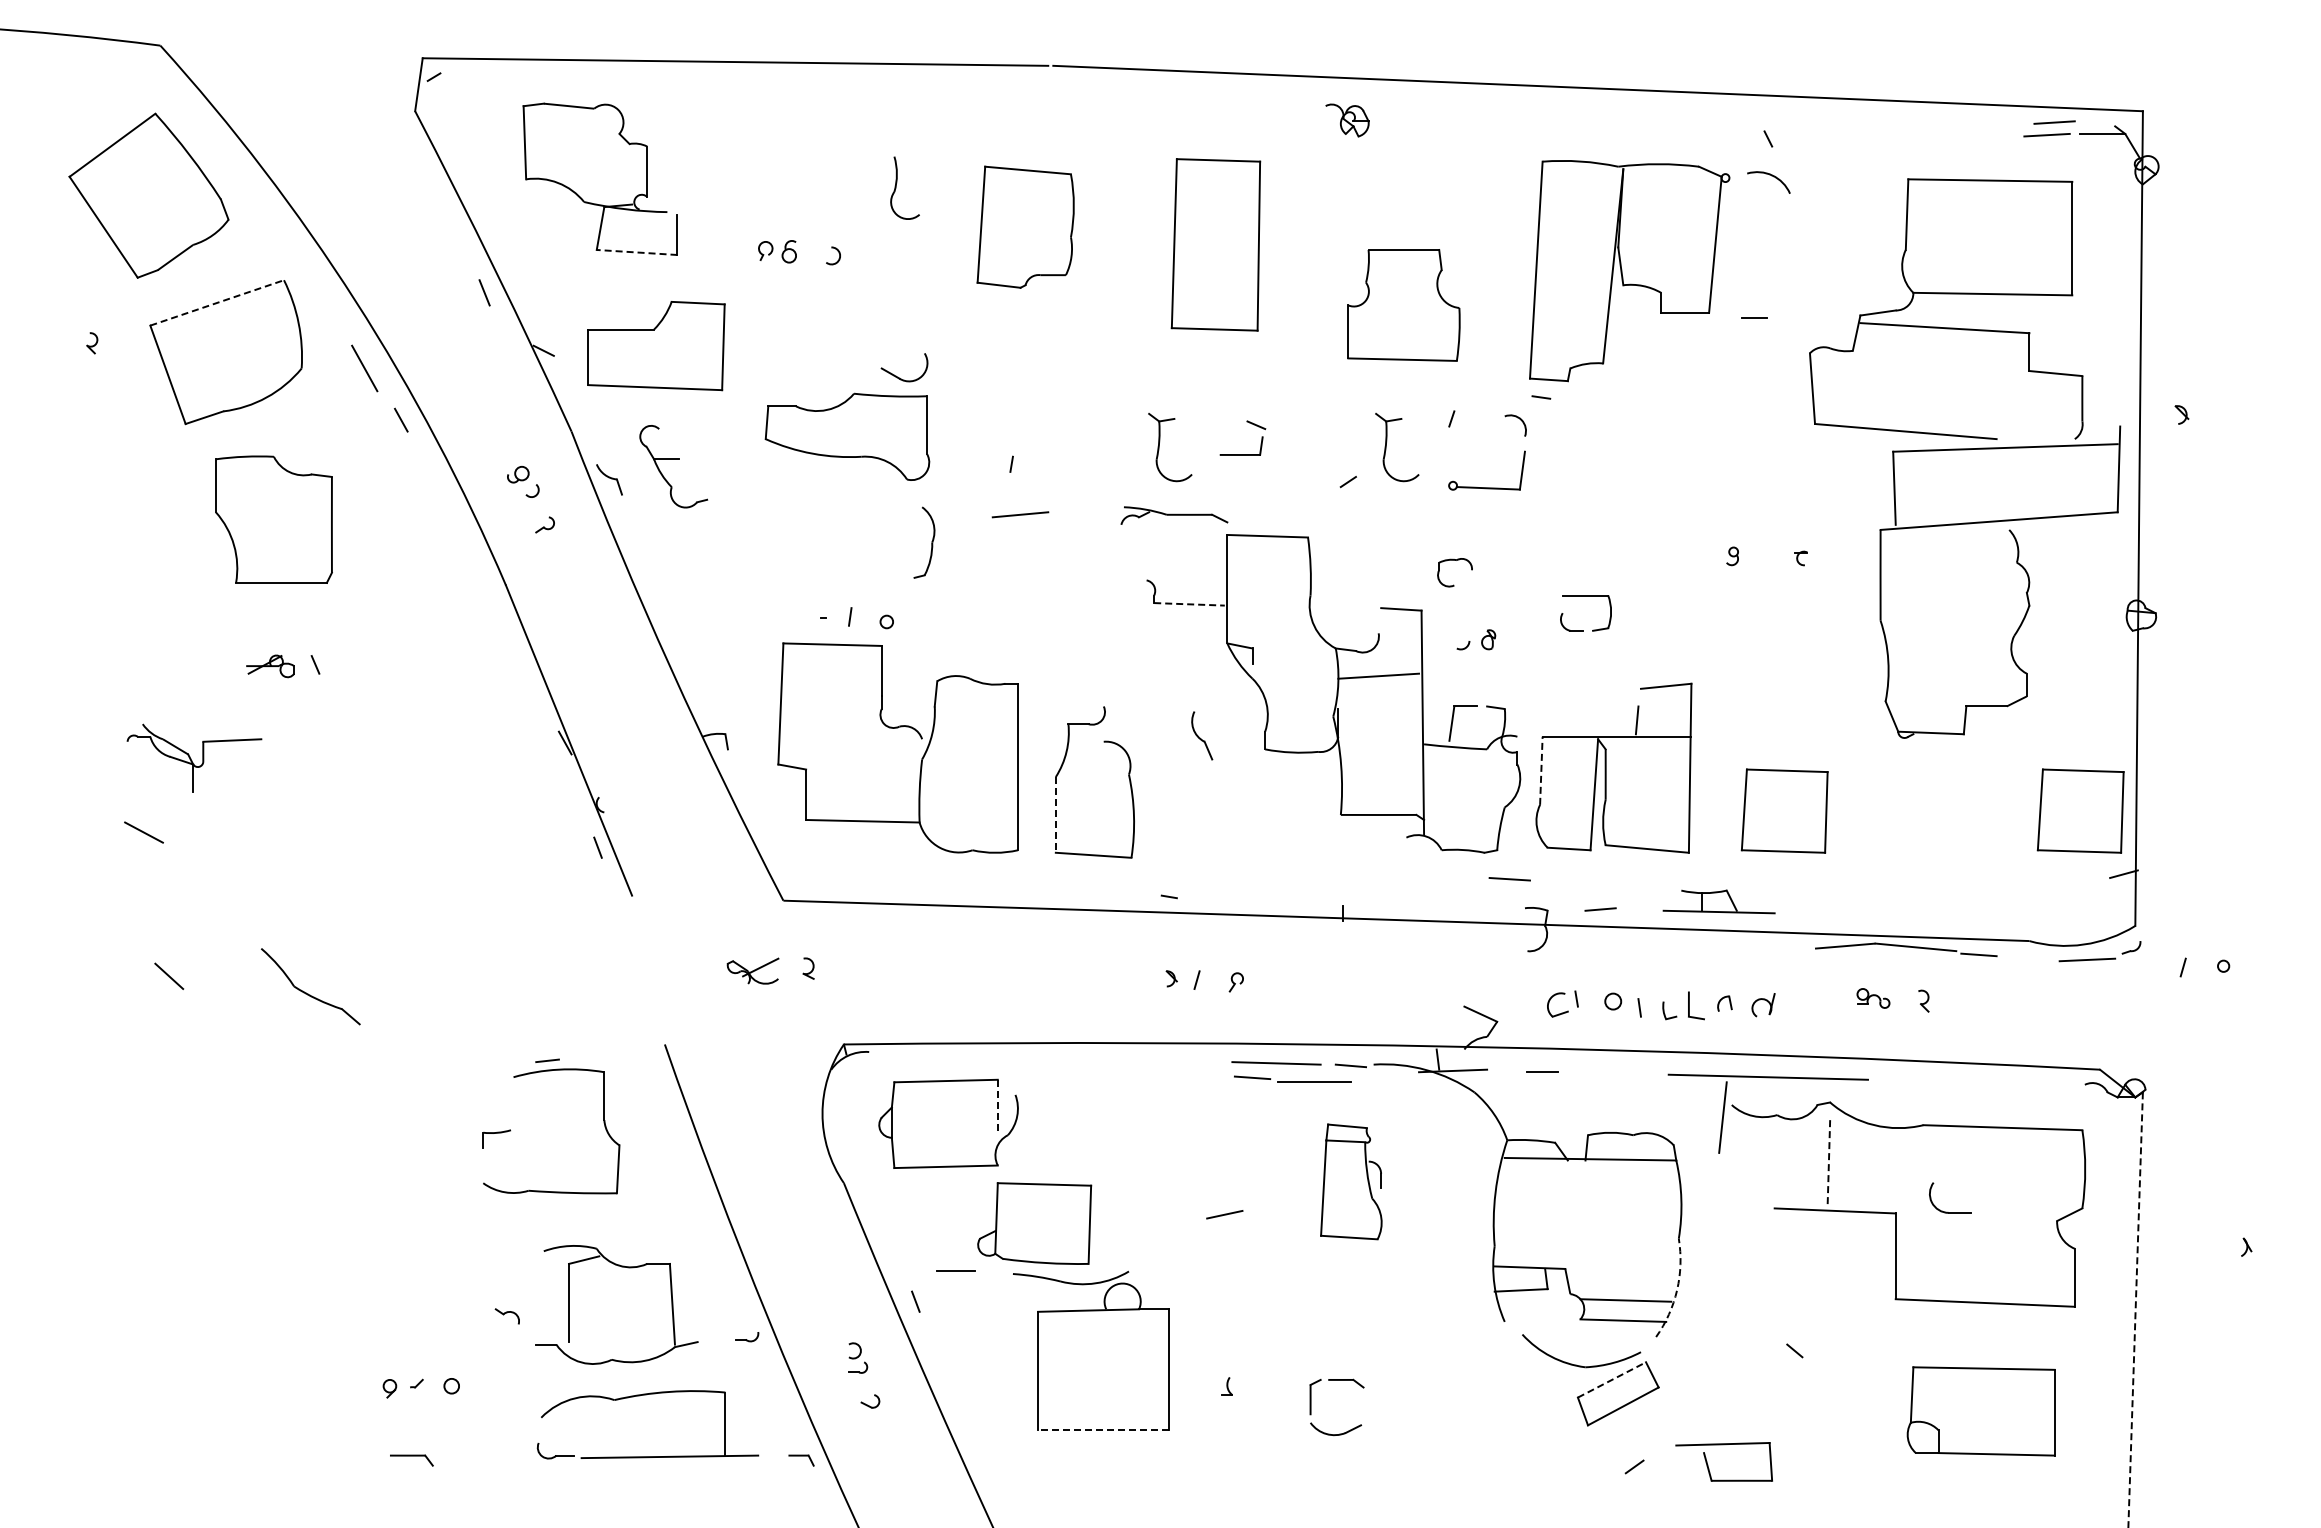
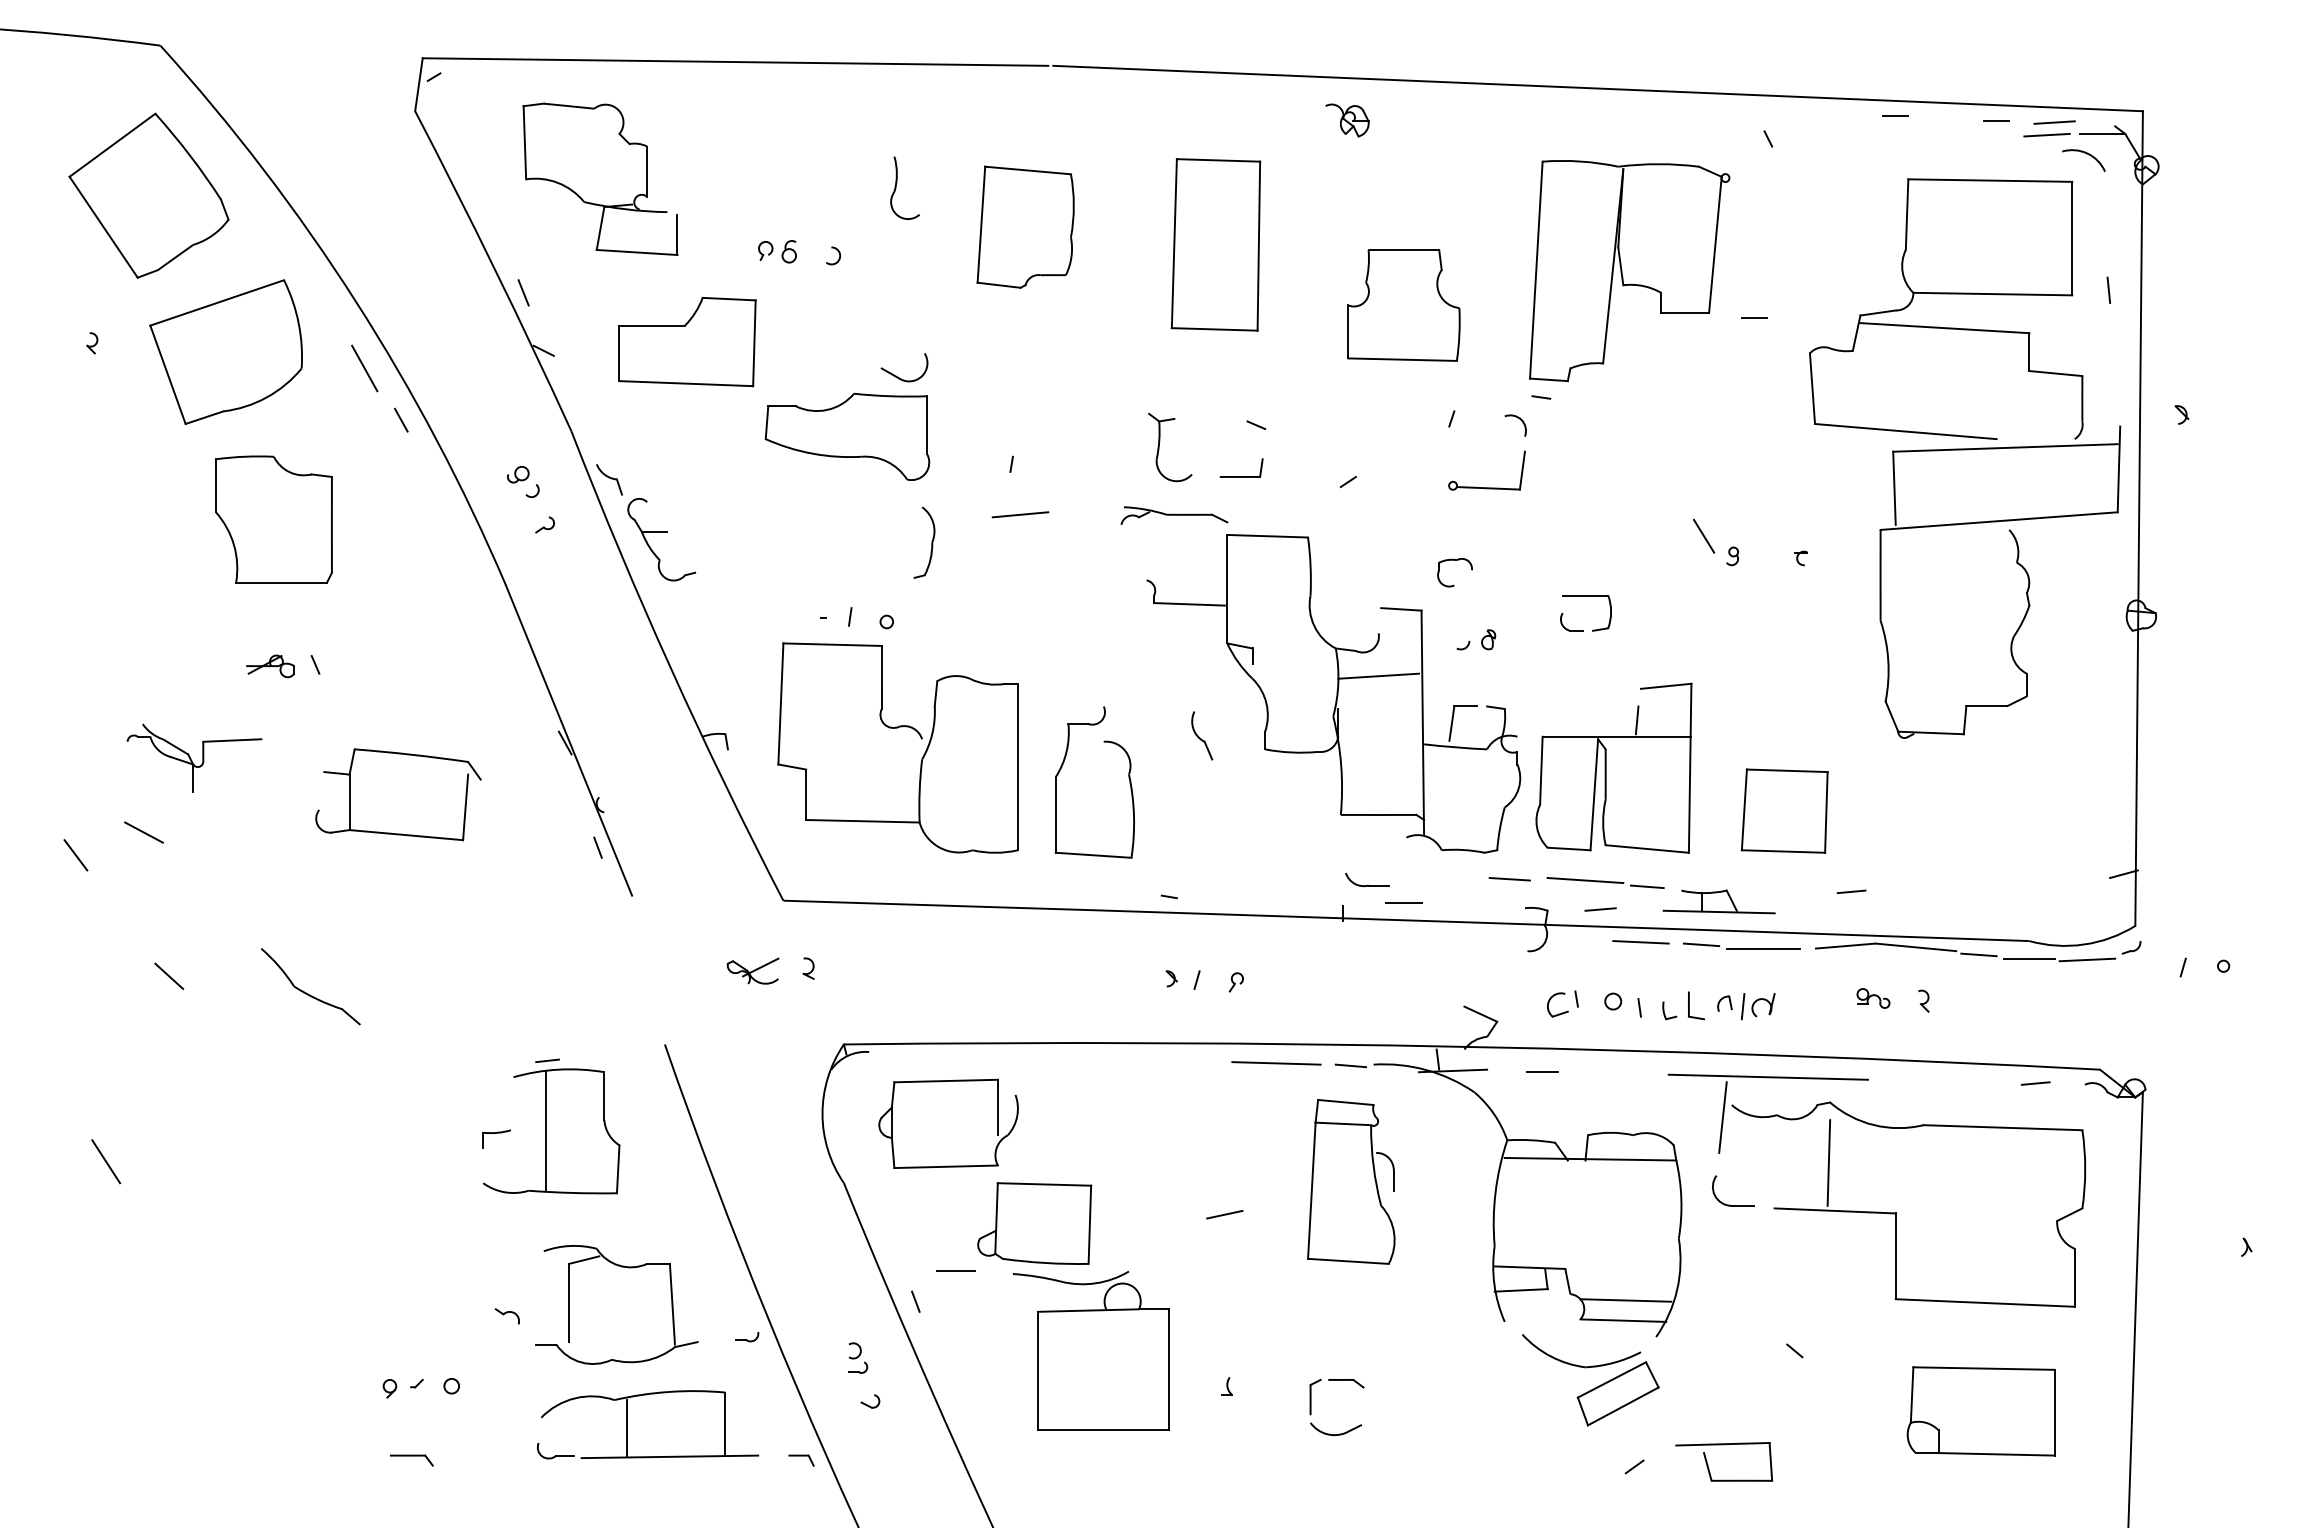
line at (1895, 116): none -> present
line at (1996, 121): none -> present
arc at (1771, 176) position: (1771, 176) -> (2086, 154)
line at (636, 252): dashed -> solid
line at (2108, 289): none -> present
line at (484, 292) position: (484, 292) -> (523, 292)
line at (217, 302): dashed -> solid
part at (656, 346) position: (656, 346) -> (687, 342)
part at (1386, 447): present -> none
part at (1241, 454) position: (1241, 454) -> (1241, 476)
part at (673, 459) position: (673, 459) -> (661, 532)
line at (1703, 535): none -> present
line at (1190, 604): dashed -> solid
line at (1541, 770): dashed -> solid
part at (2080, 810): present -> none
line at (1055, 814): dashed -> solid
part at (391, 832): none -> present
line at (75, 855): none -> present
part at (1367, 879): none -> present
line at (1585, 880): none -> present
line at (1646, 886): none -> present
line at (1851, 891): none -> present
line at (1403, 903): none -> present
line at (1640, 942): none -> present
line at (2029, 958): none -> present
line at (1742, 1006): none -> present
part at (1292, 1078) position: (1292, 1078) -> (1741, 945)
line at (2035, 1083): none -> present
line at (997, 1107): dashed -> solid
line at (546, 1131): none -> present
line at (106, 1161): none -> present
line at (1828, 1163): dashed -> solid
part at (1351, 1181) size: 63x118 px -> 89x166 px
part at (1947, 1211) position: (1947, 1211) -> (1730, 1204)
arc at (1677, 1290): dashed -> solid
line at (2135, 1310): dashed -> solid
line at (1612, 1379): dashed -> solid
line at (627, 1427): none -> present
line at (1103, 1430): dashed -> solid
